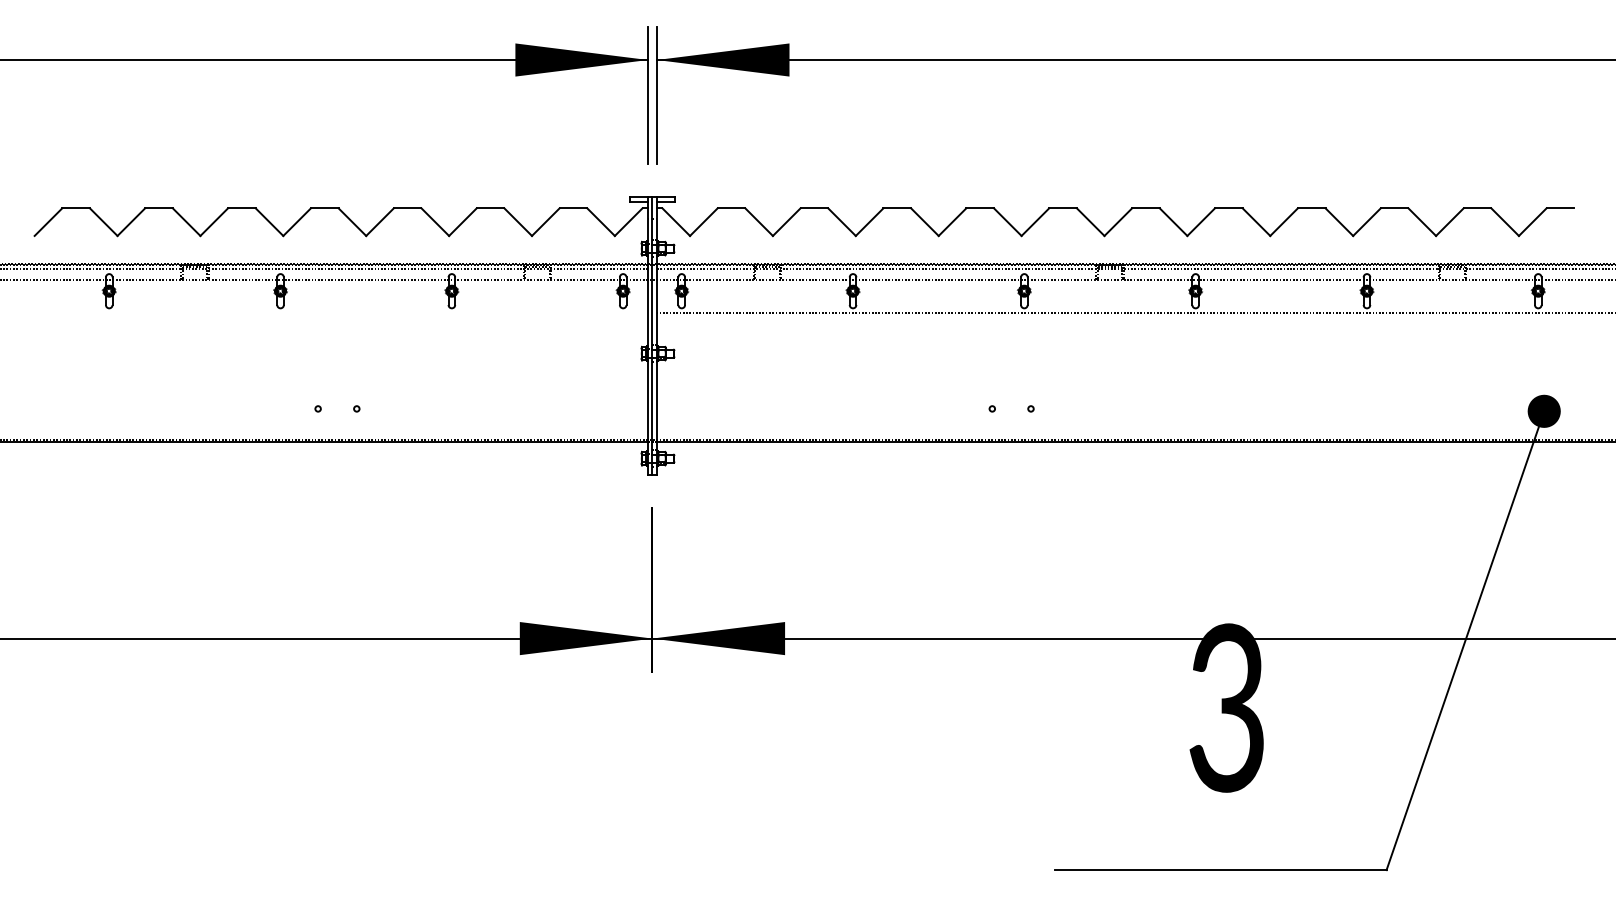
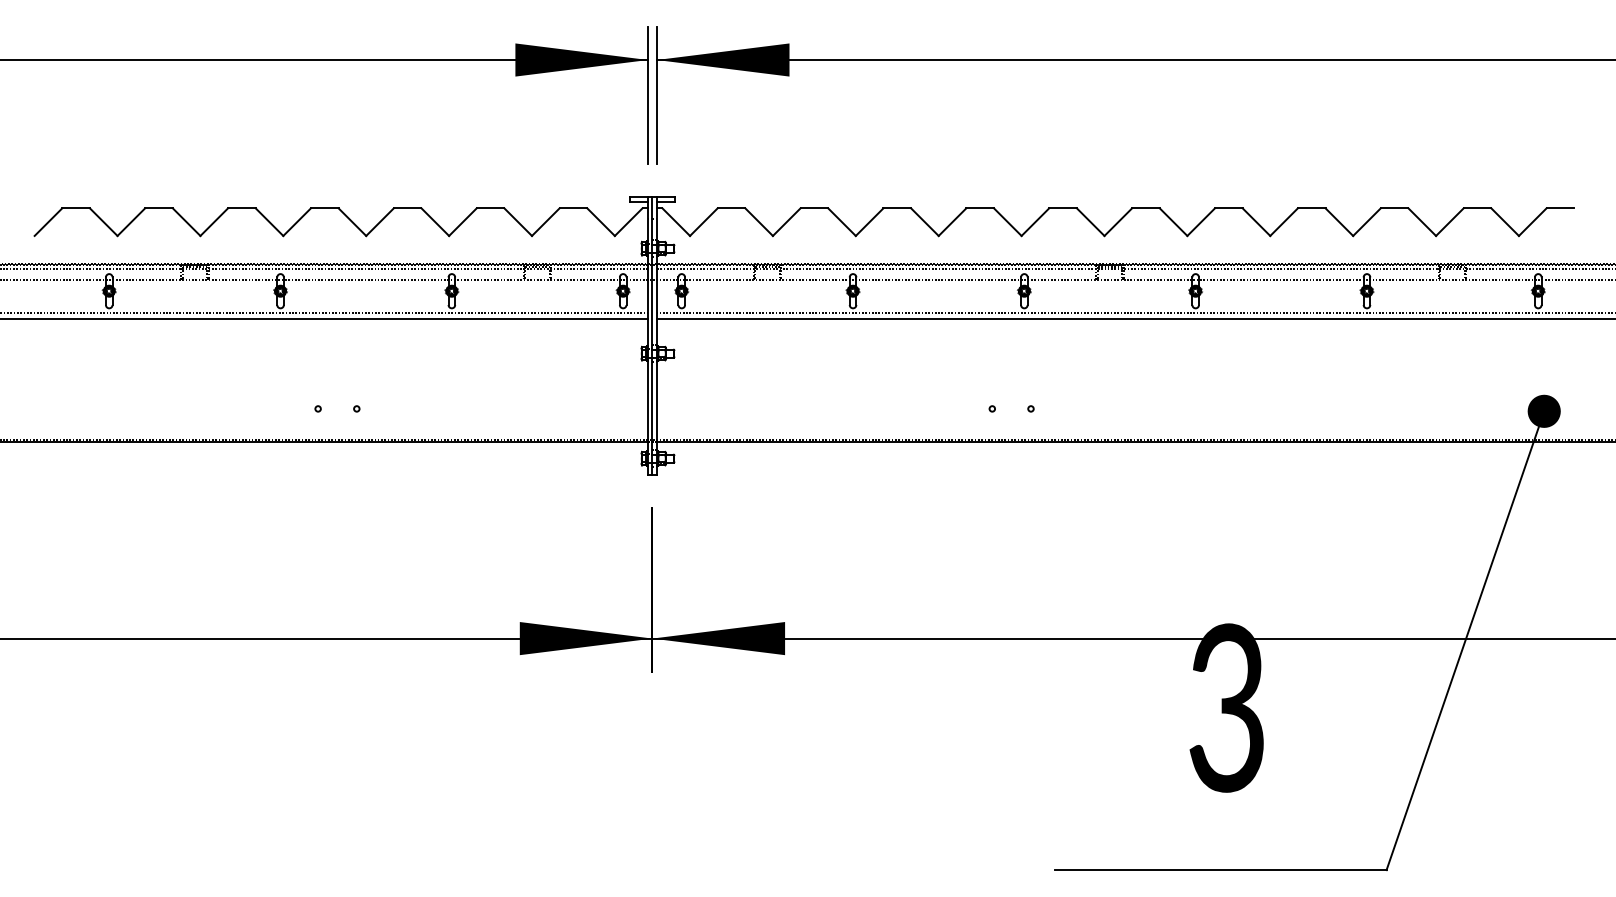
line at (325, 313): none -> present
line at (325, 318): none -> present
line at (1134, 318): none -> present
